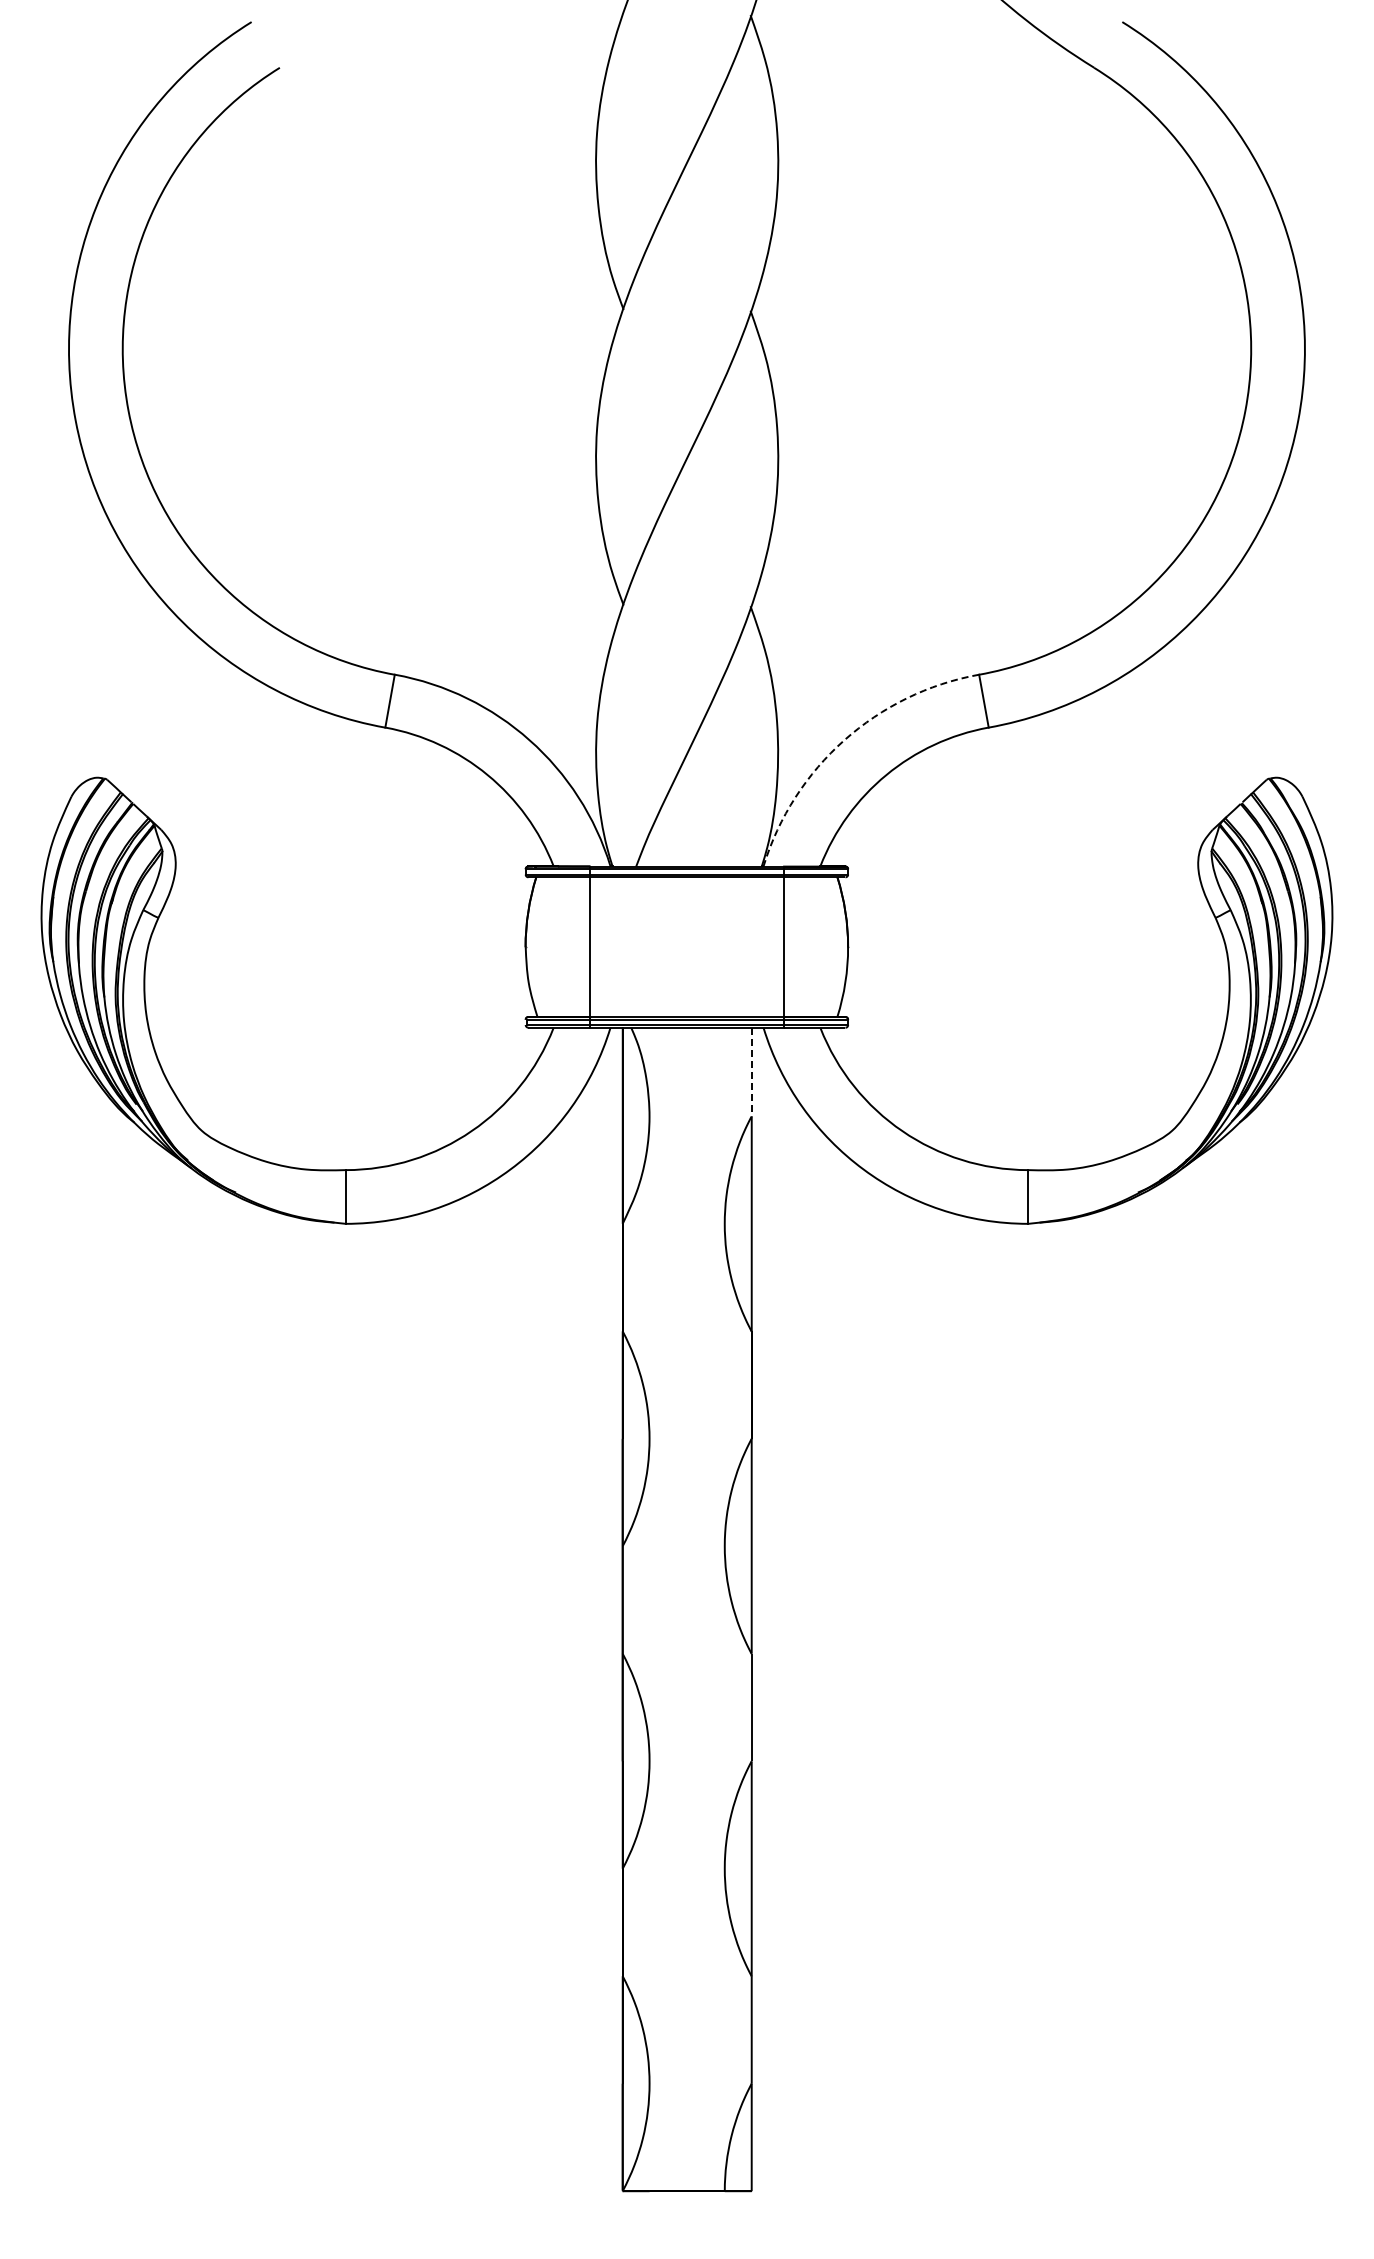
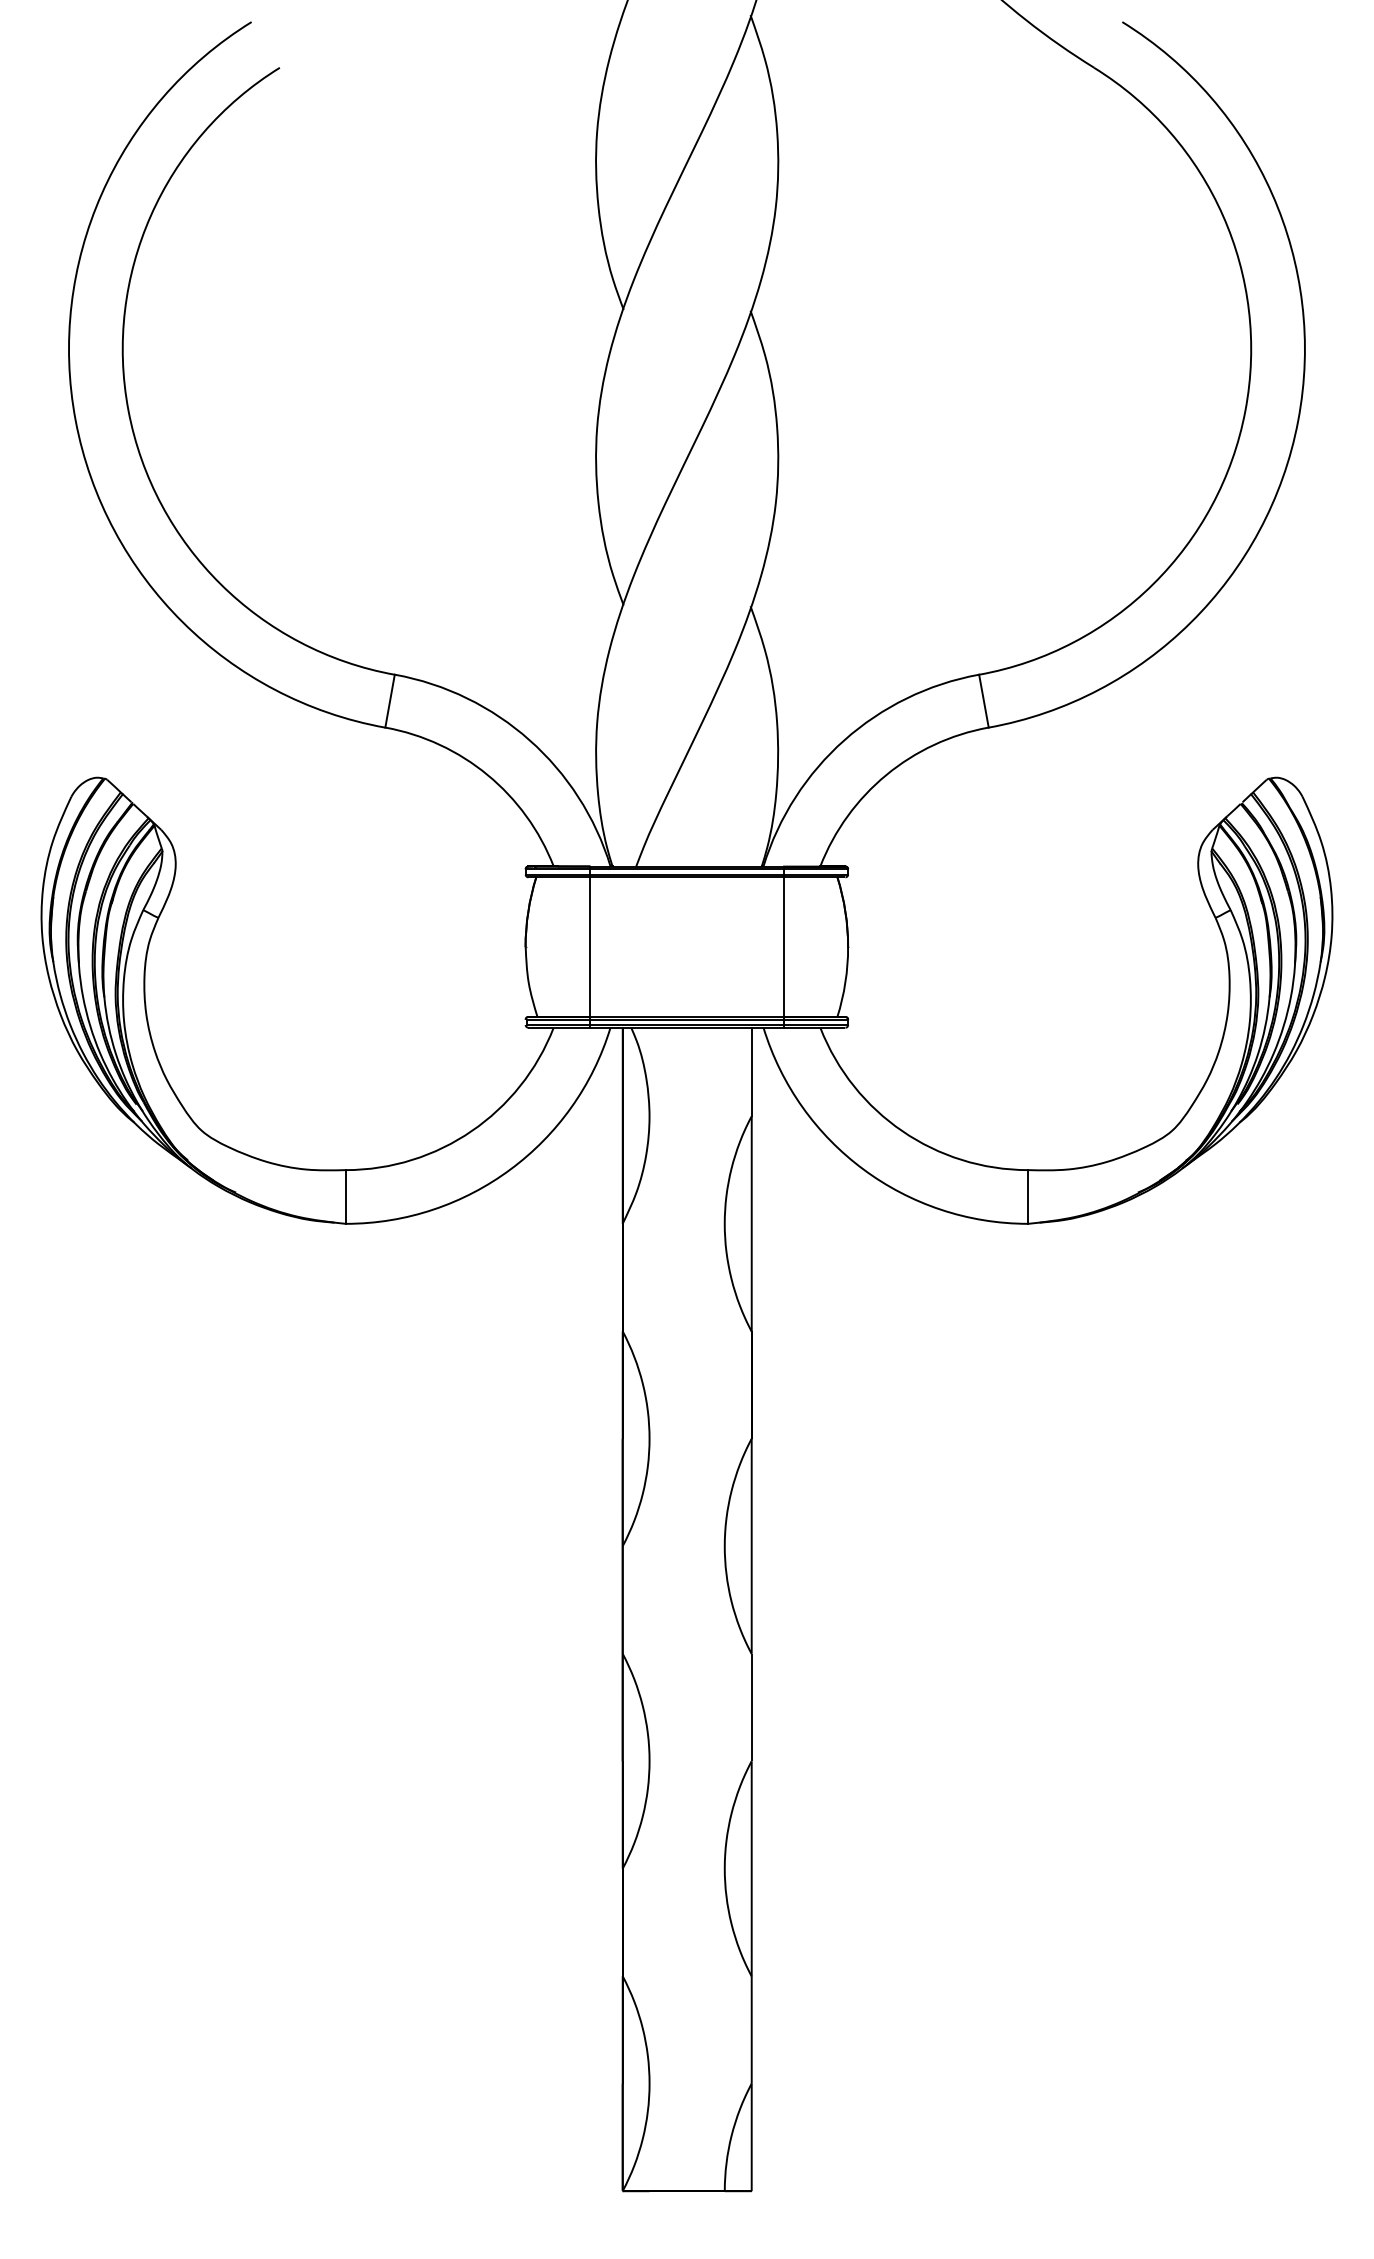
arc at (844, 740): dashed -> solid
line at (751, 1072): dashed -> solid
